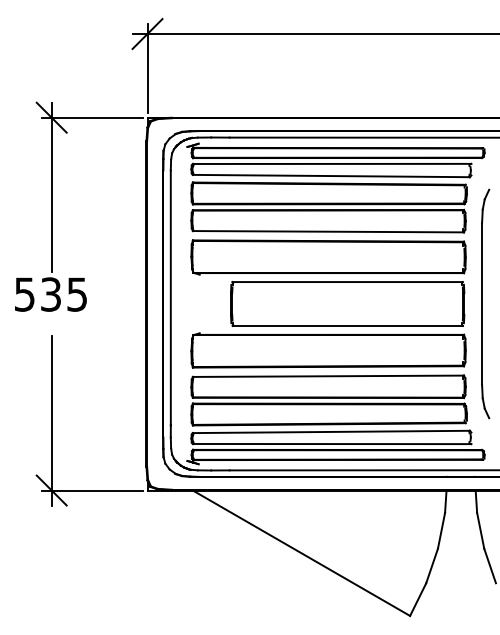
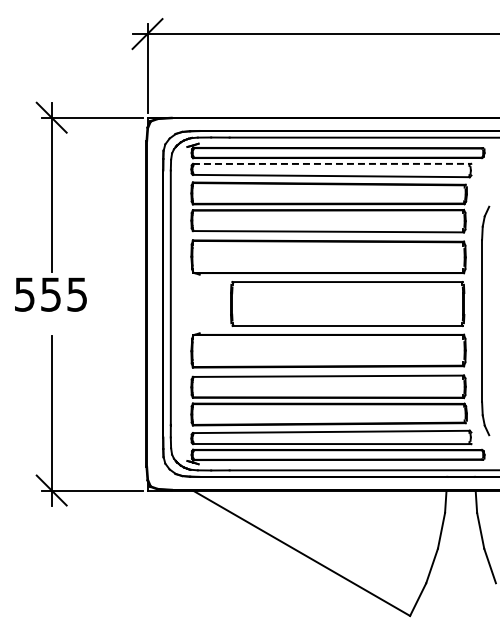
line at (332, 163): solid -> dashed
text at (50, 294): 535 -> 555
part at (485, 303) position: (485, 303) -> (485, 320)
